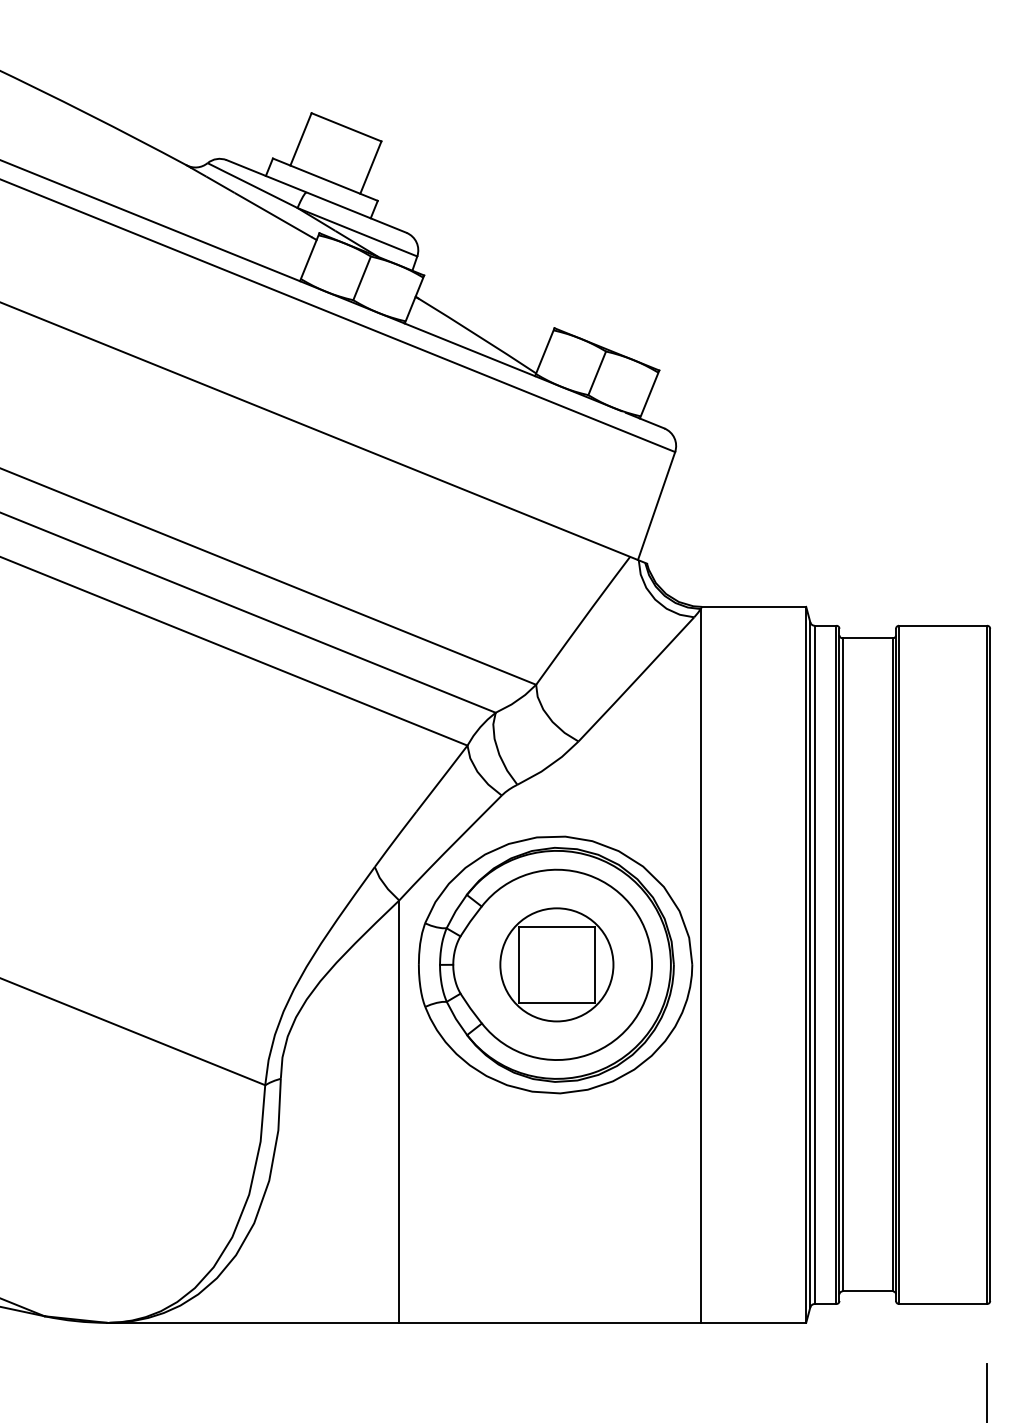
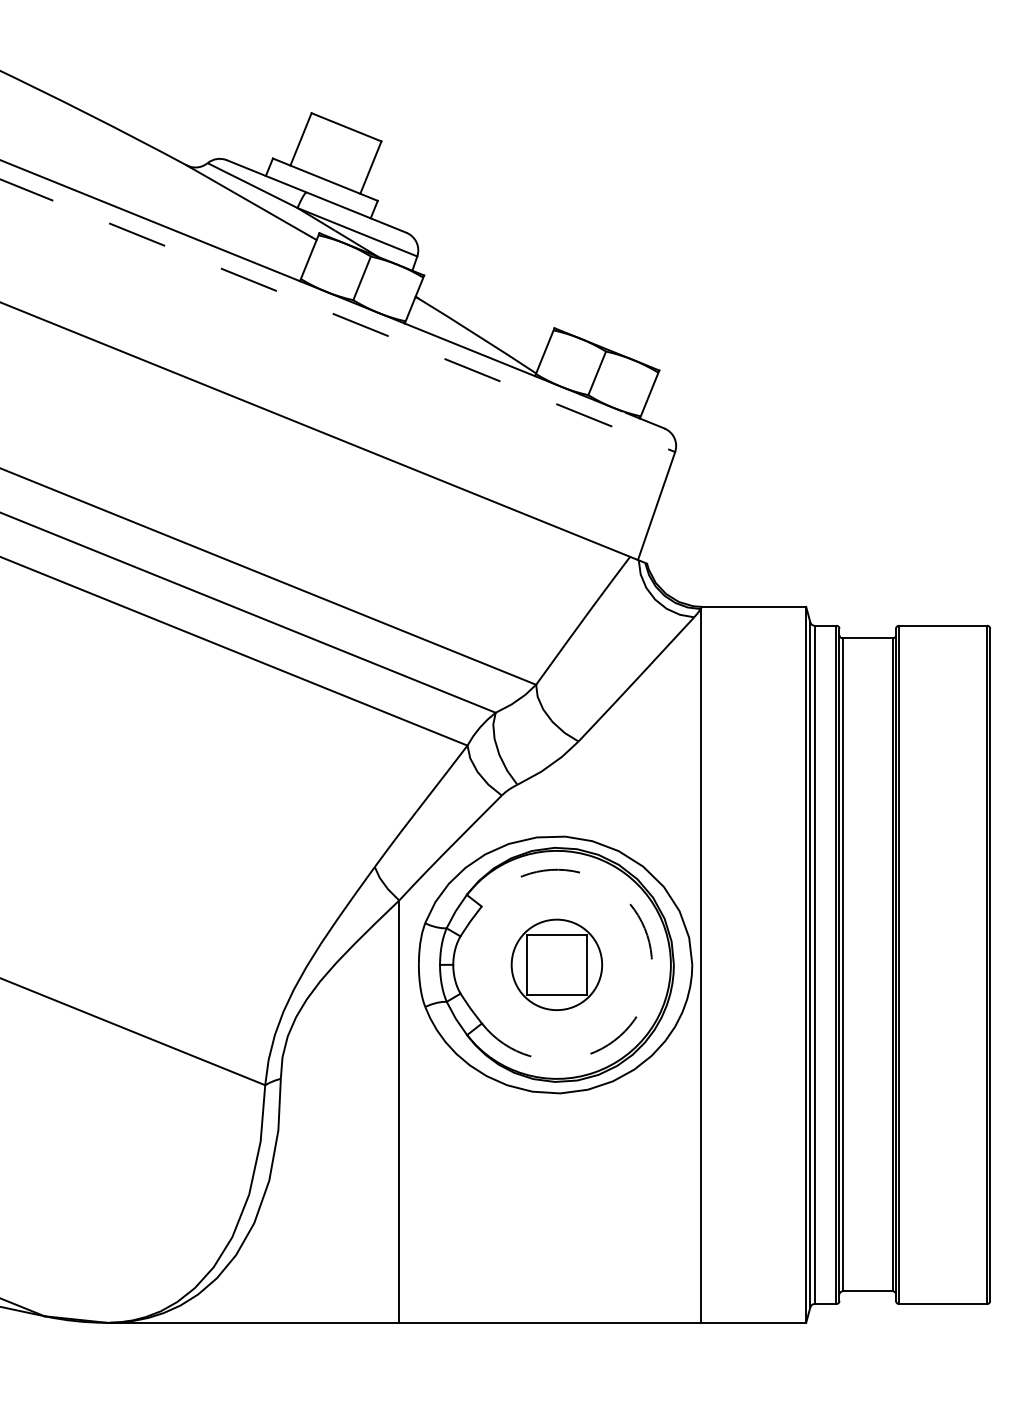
line at (337, 315): solid -> dashed
part at (556, 964) size: 116x116 px -> 94x93 px
arc at (652, 964): solid -> dashed
line at (987, 1391): present -> none
